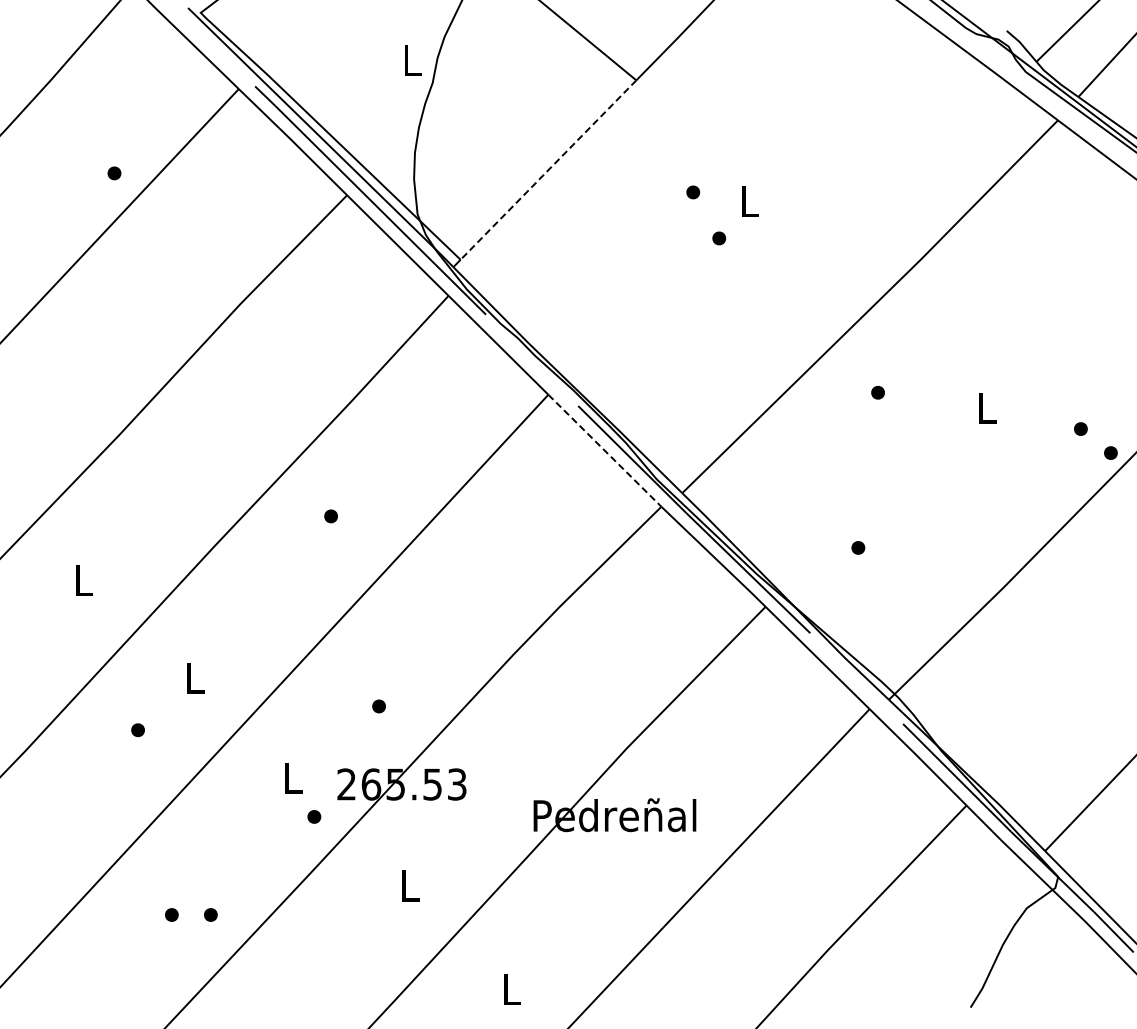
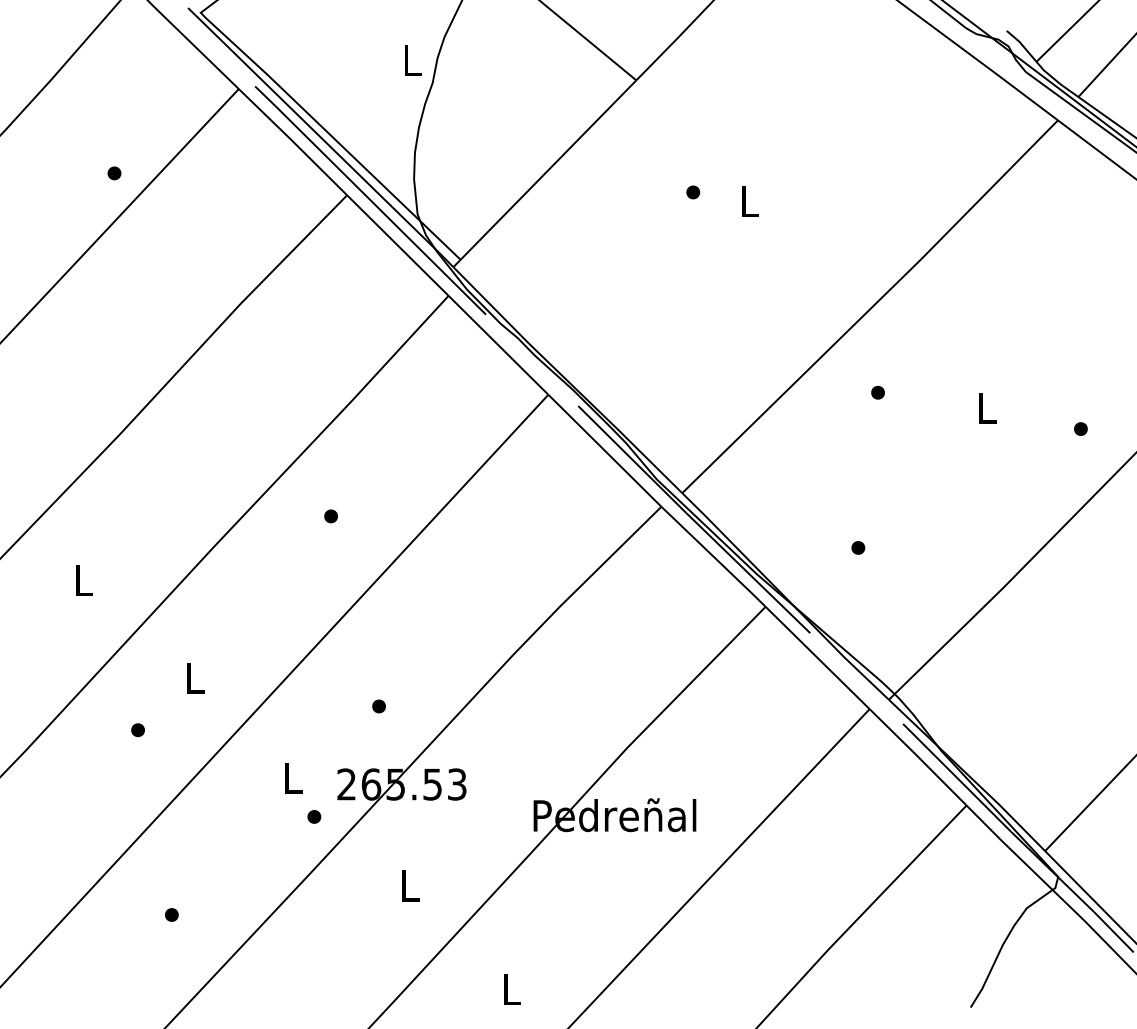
line at (548, 170): dashed -> solid
part at (719, 238): present -> none
line at (604, 450): dashed -> solid
part at (1110, 452): present -> none
part at (210, 914): present -> none
